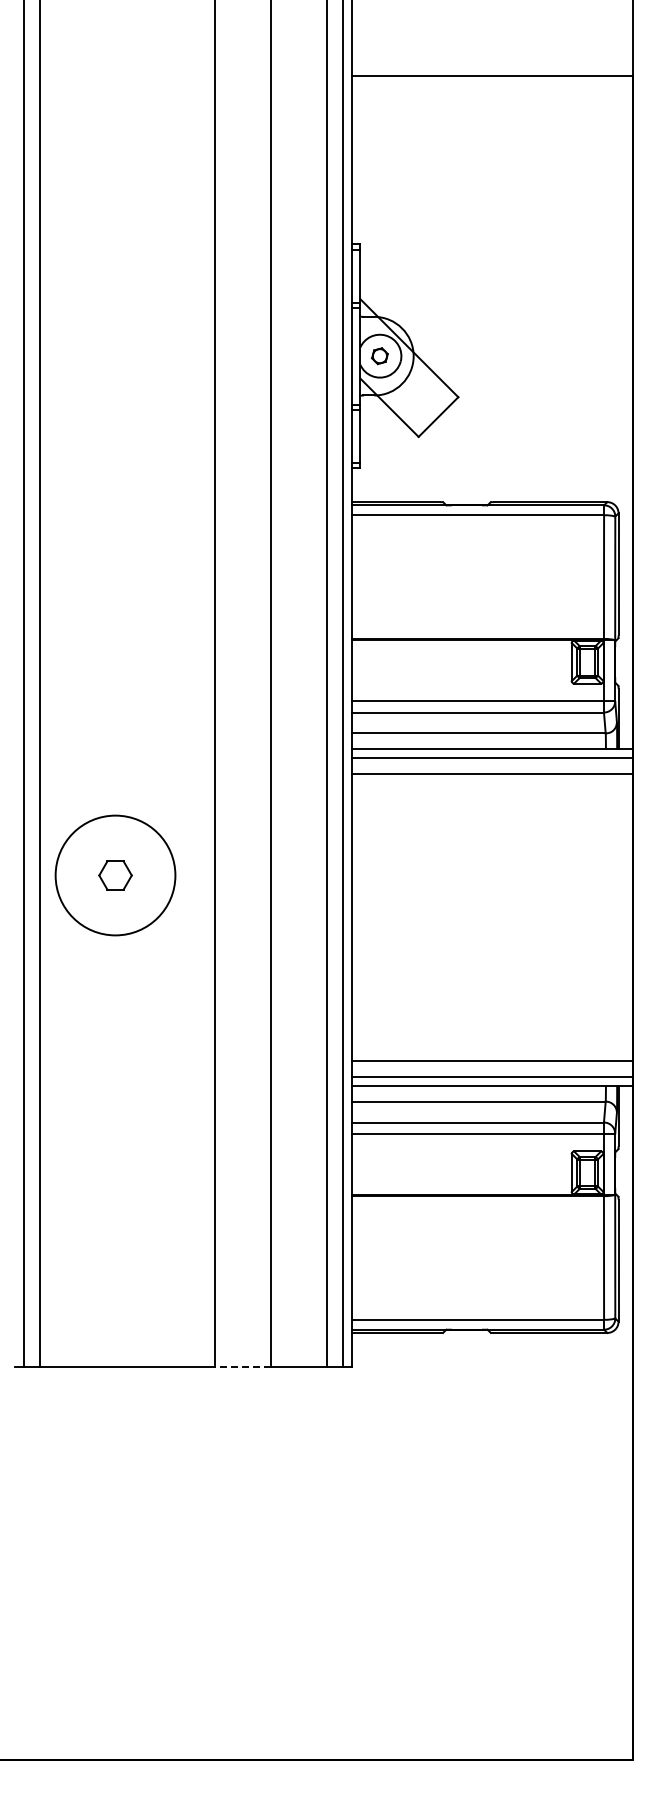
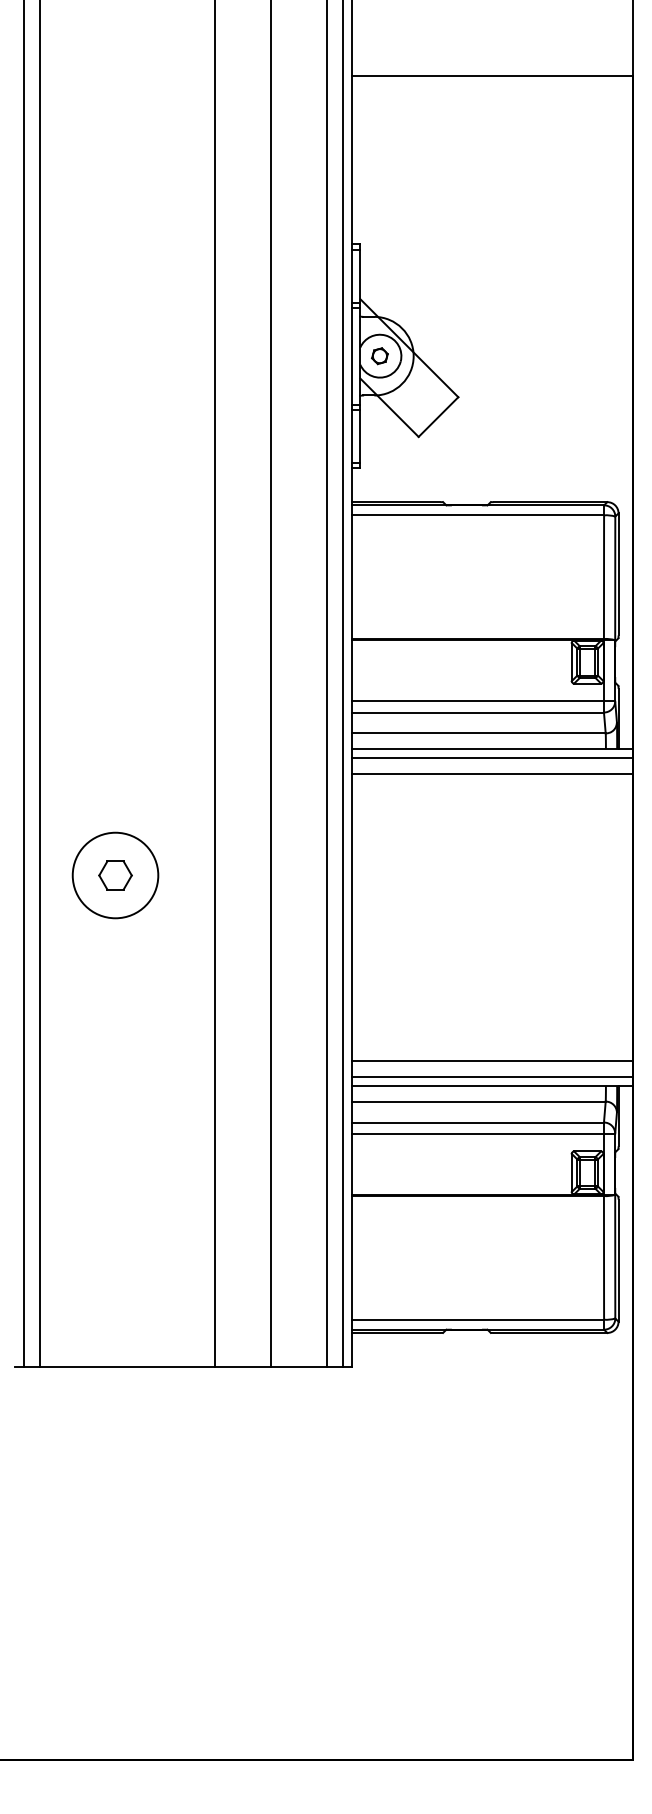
circle at (115, 875) diameter: 120 px -> 86 px
line at (242, 1366): dashed -> solid
